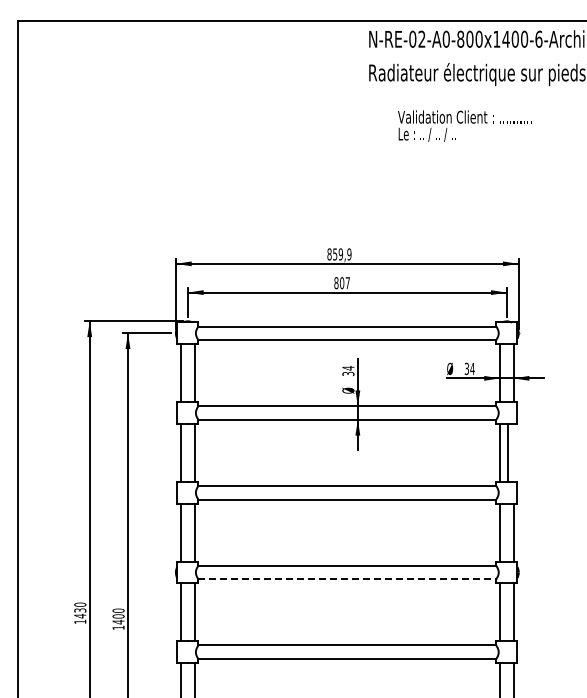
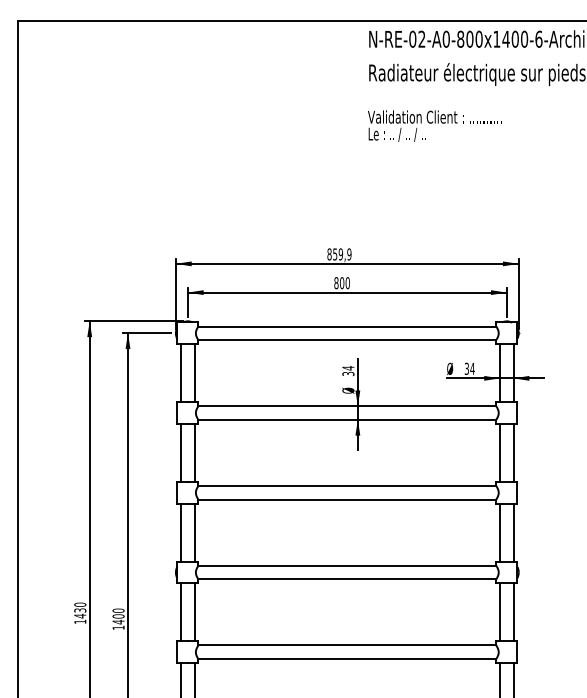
text at (464, 125) position: (464, 125) -> (434, 125)
text at (347, 283): 807 -> 800
line at (507, 452) position: (507, 452) -> (513, 452)
line at (347, 579): dashed -> solid
